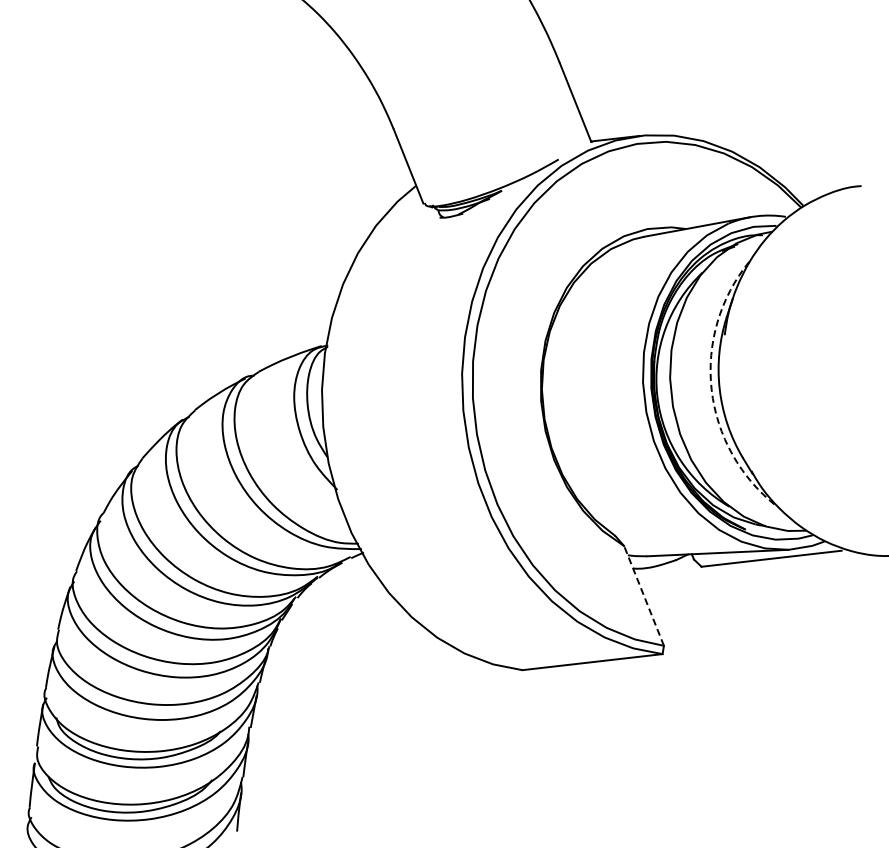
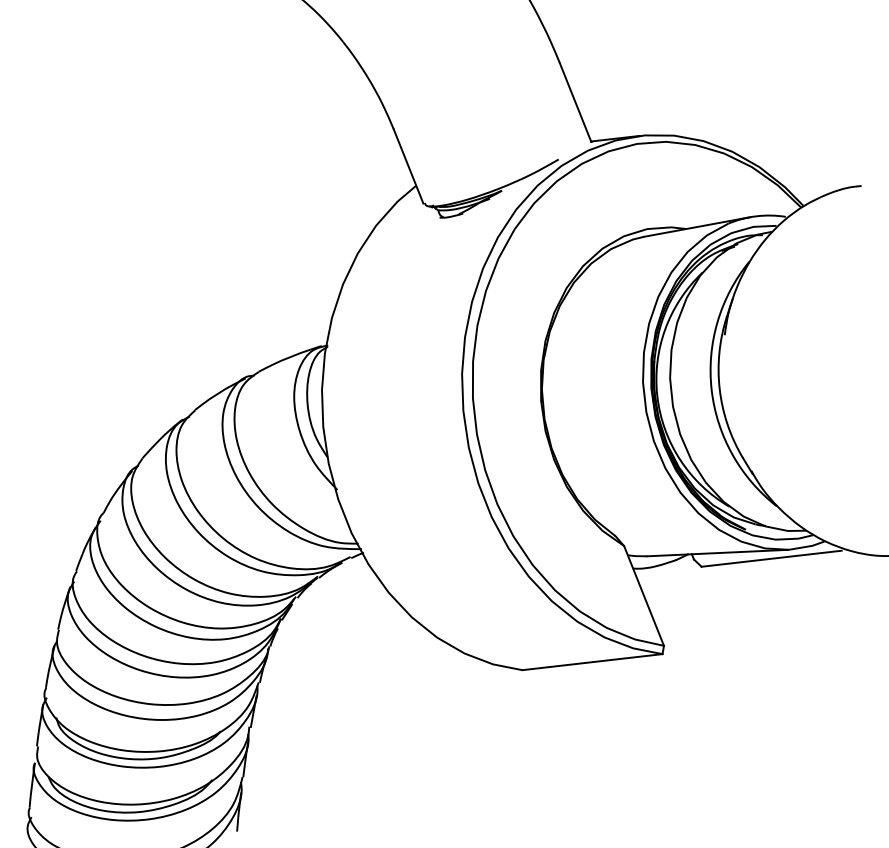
arc at (711, 389): dashed -> solid
line at (644, 595): dashed -> solid
